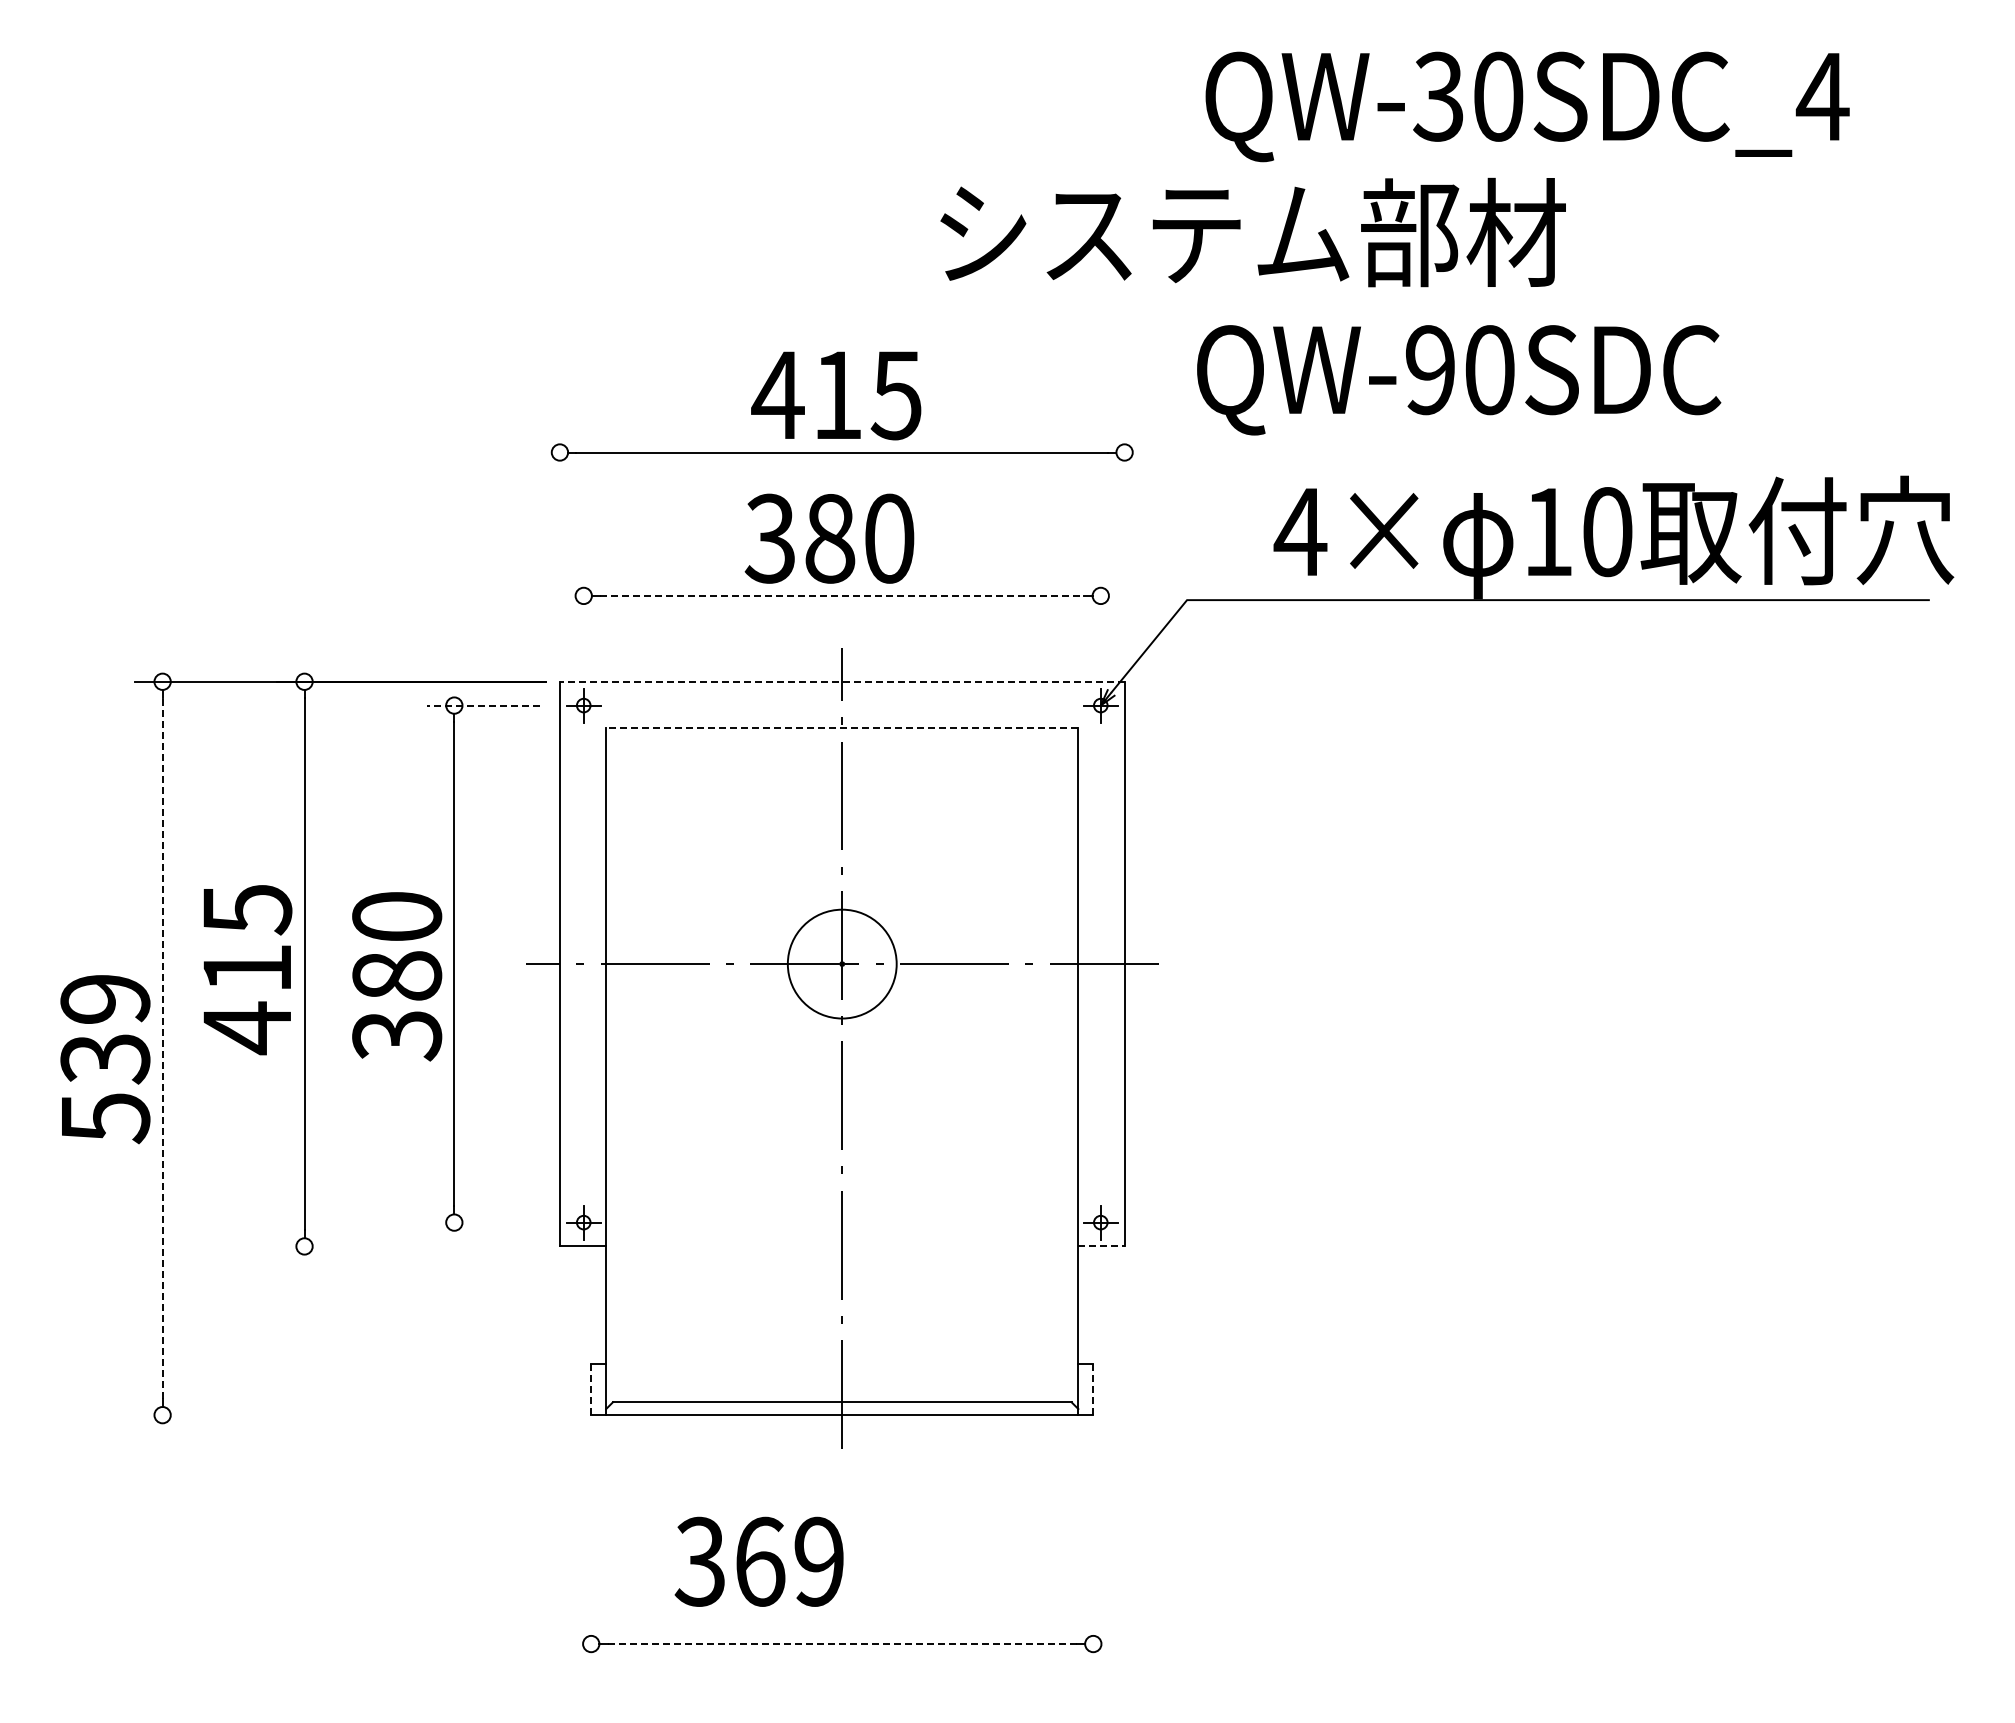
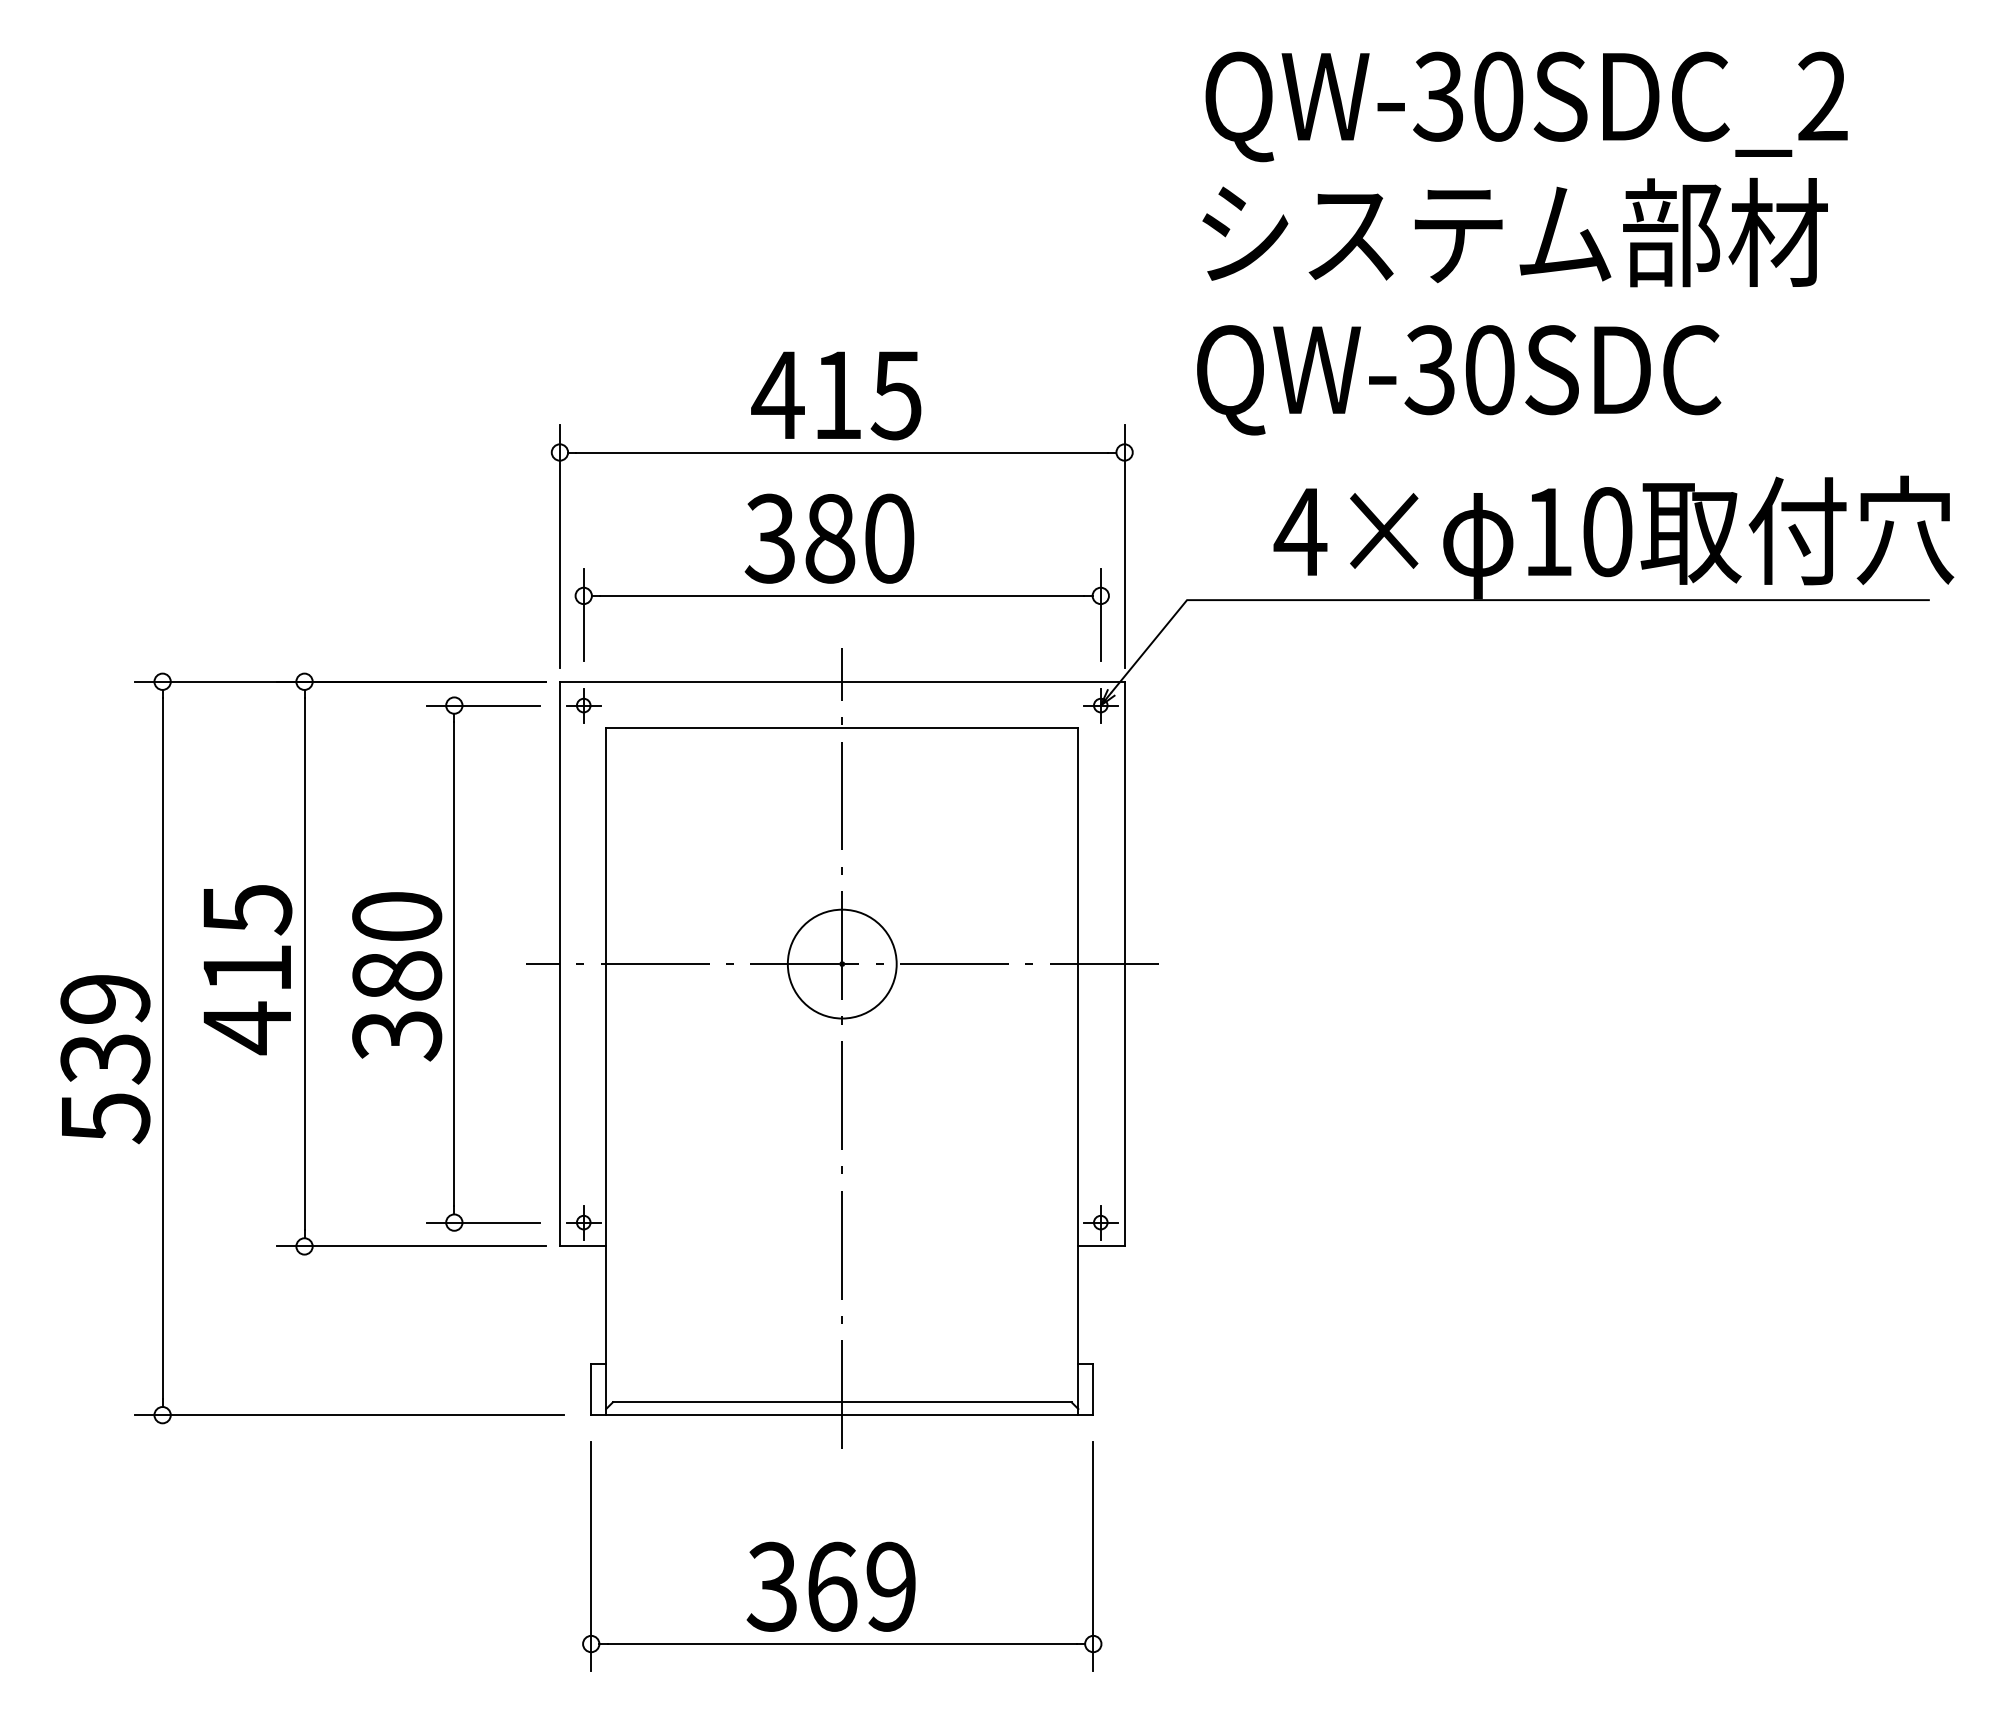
text at (1822, 95): QW-30SDC_4 -> QW-30SDC_2
text at (1252, 232) position: (1252, 232) -> (1514, 232)
text at (1429, 370): QW-90SDC -> QW-30SDC
line at (559, 546): none -> present
line at (1124, 546): none -> present
line at (842, 595): dashed -> solid
line at (583, 614): none -> present
line at (1100, 614): none -> present
line at (841, 681): dashed -> solid
line at (482, 705): dashed -> solid
line at (841, 728): dashed -> solid
line at (162, 1047): dashed -> solid
line at (483, 1222): none -> present
line at (411, 1246): none -> present
line at (1101, 1246): dashed -> solid
line at (1093, 1389): dashed -> solid
line at (591, 1390): dashed -> solid
line at (349, 1415): none -> present
line at (591, 1556): none -> present
line at (1093, 1556): none -> present
text at (758, 1561) position: (758, 1561) -> (830, 1586)
line at (842, 1644): dashed -> solid
